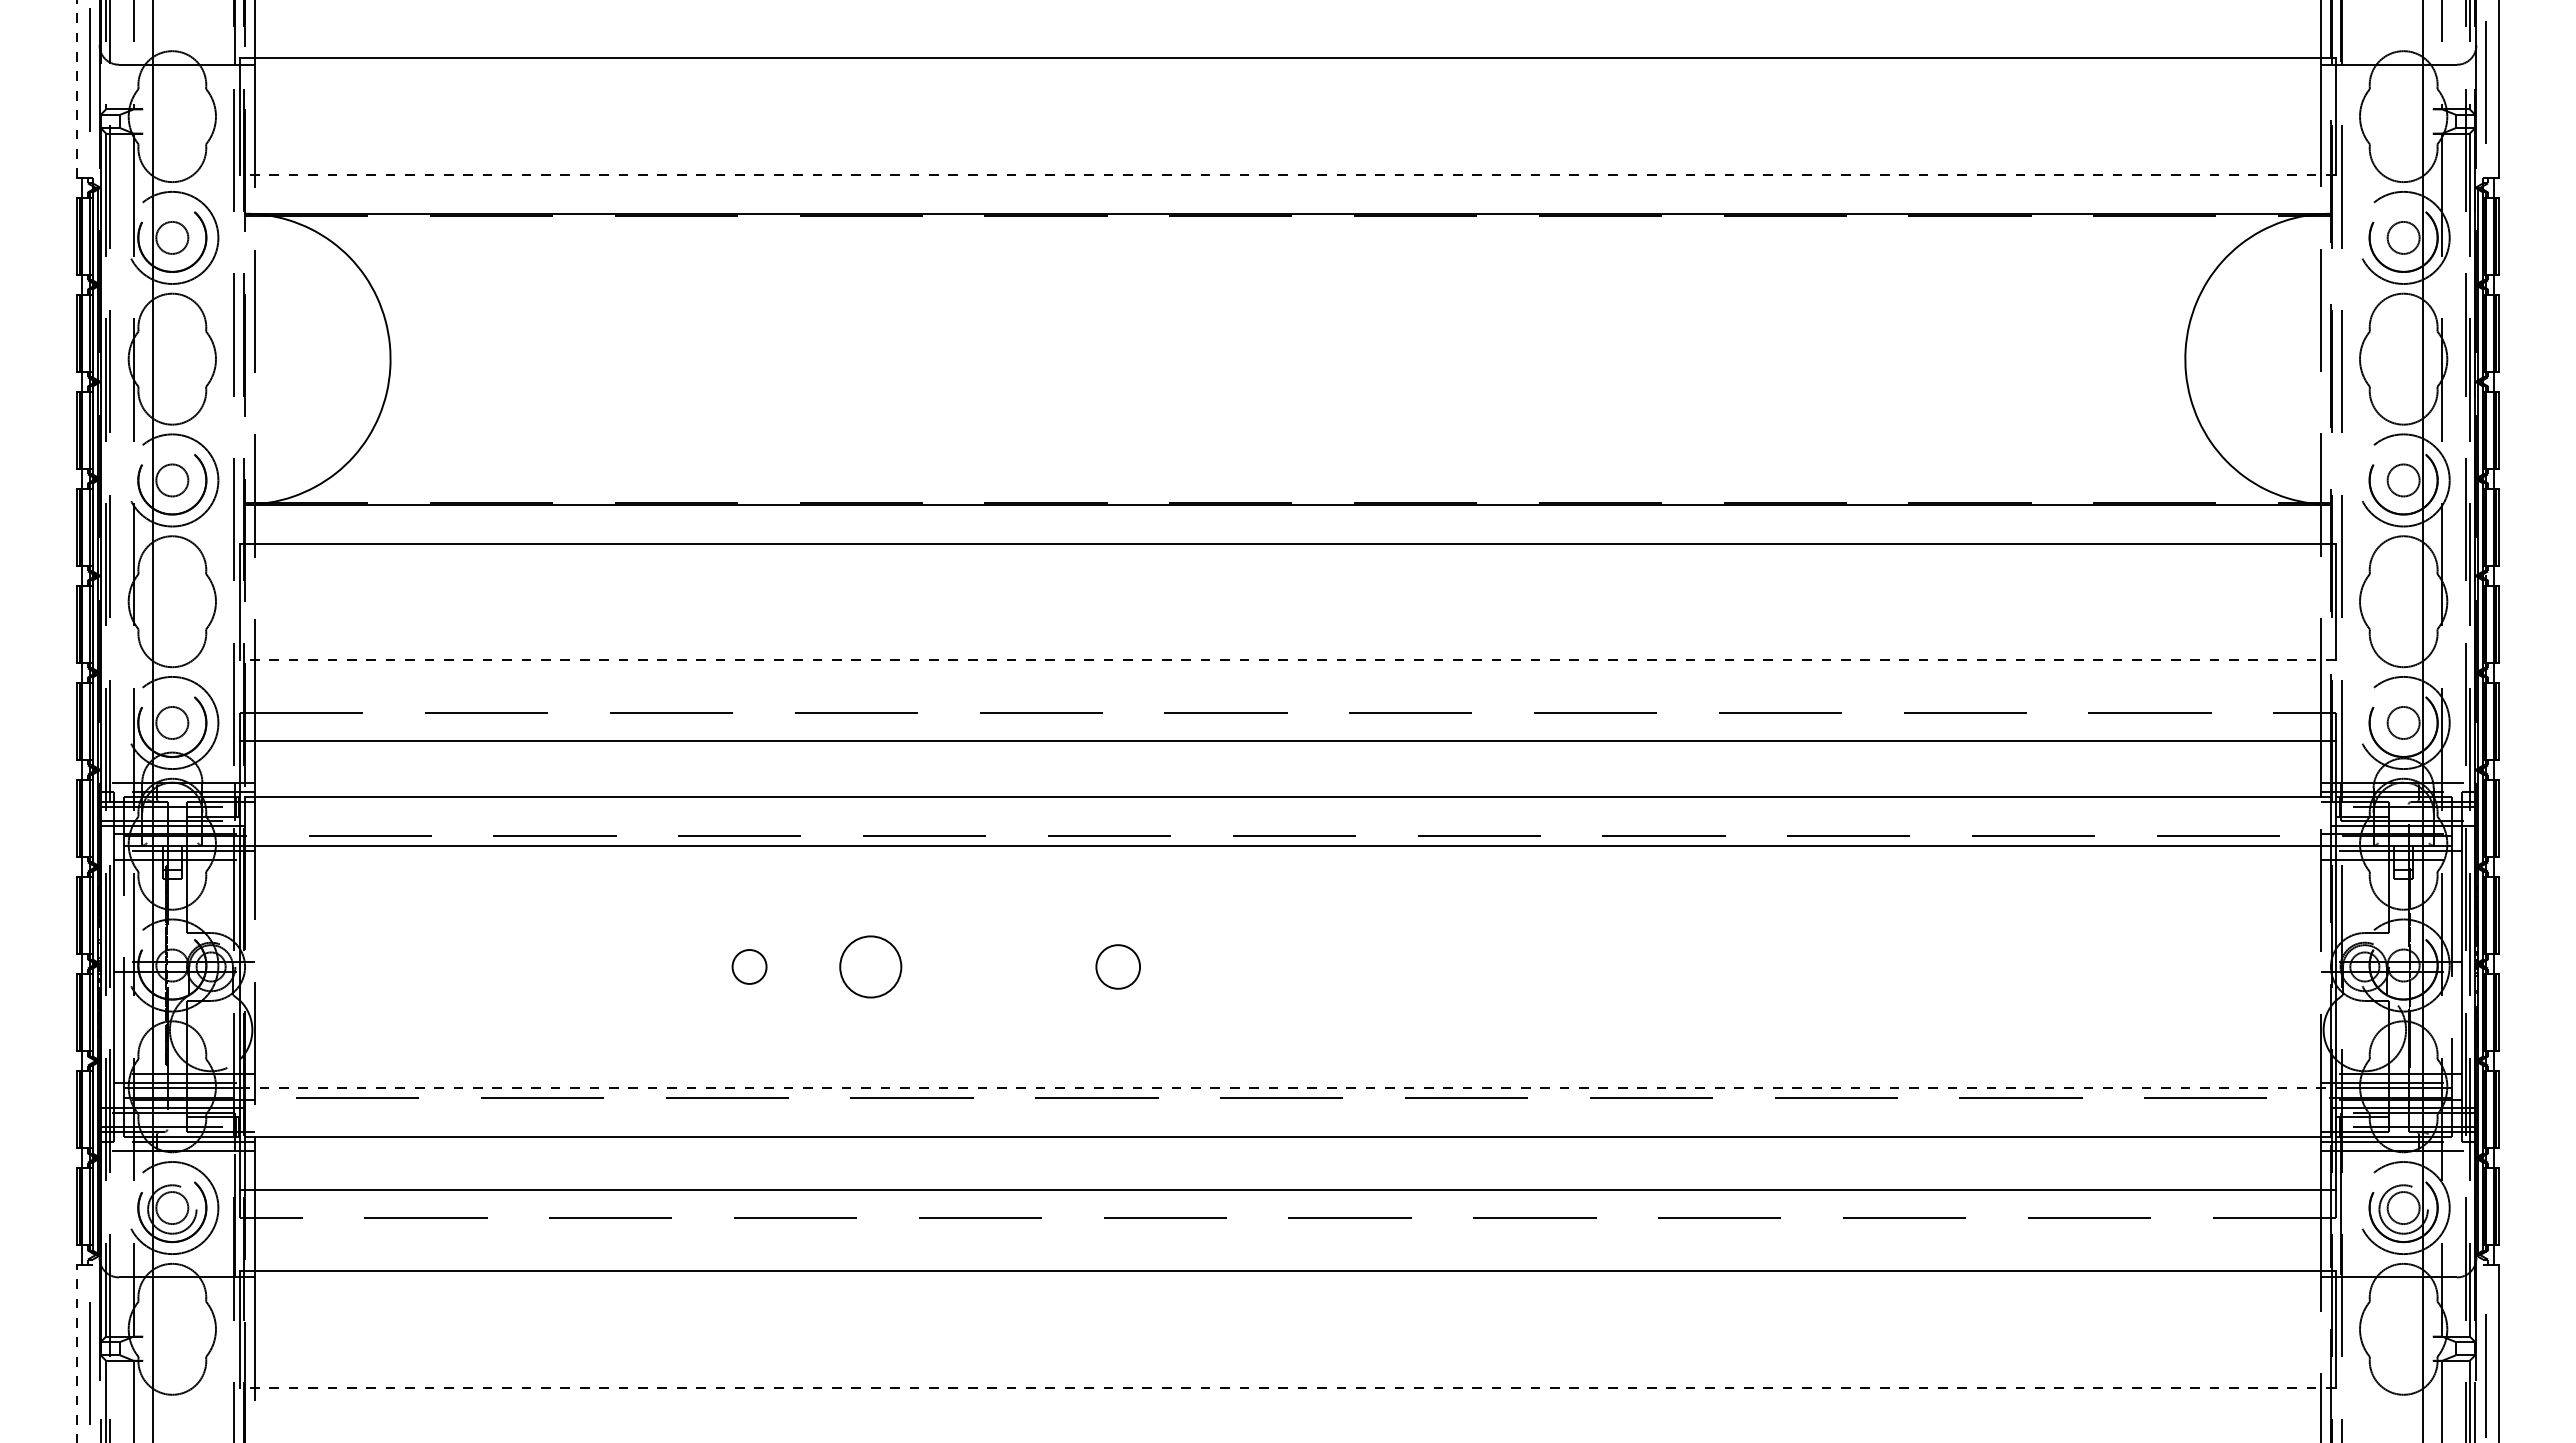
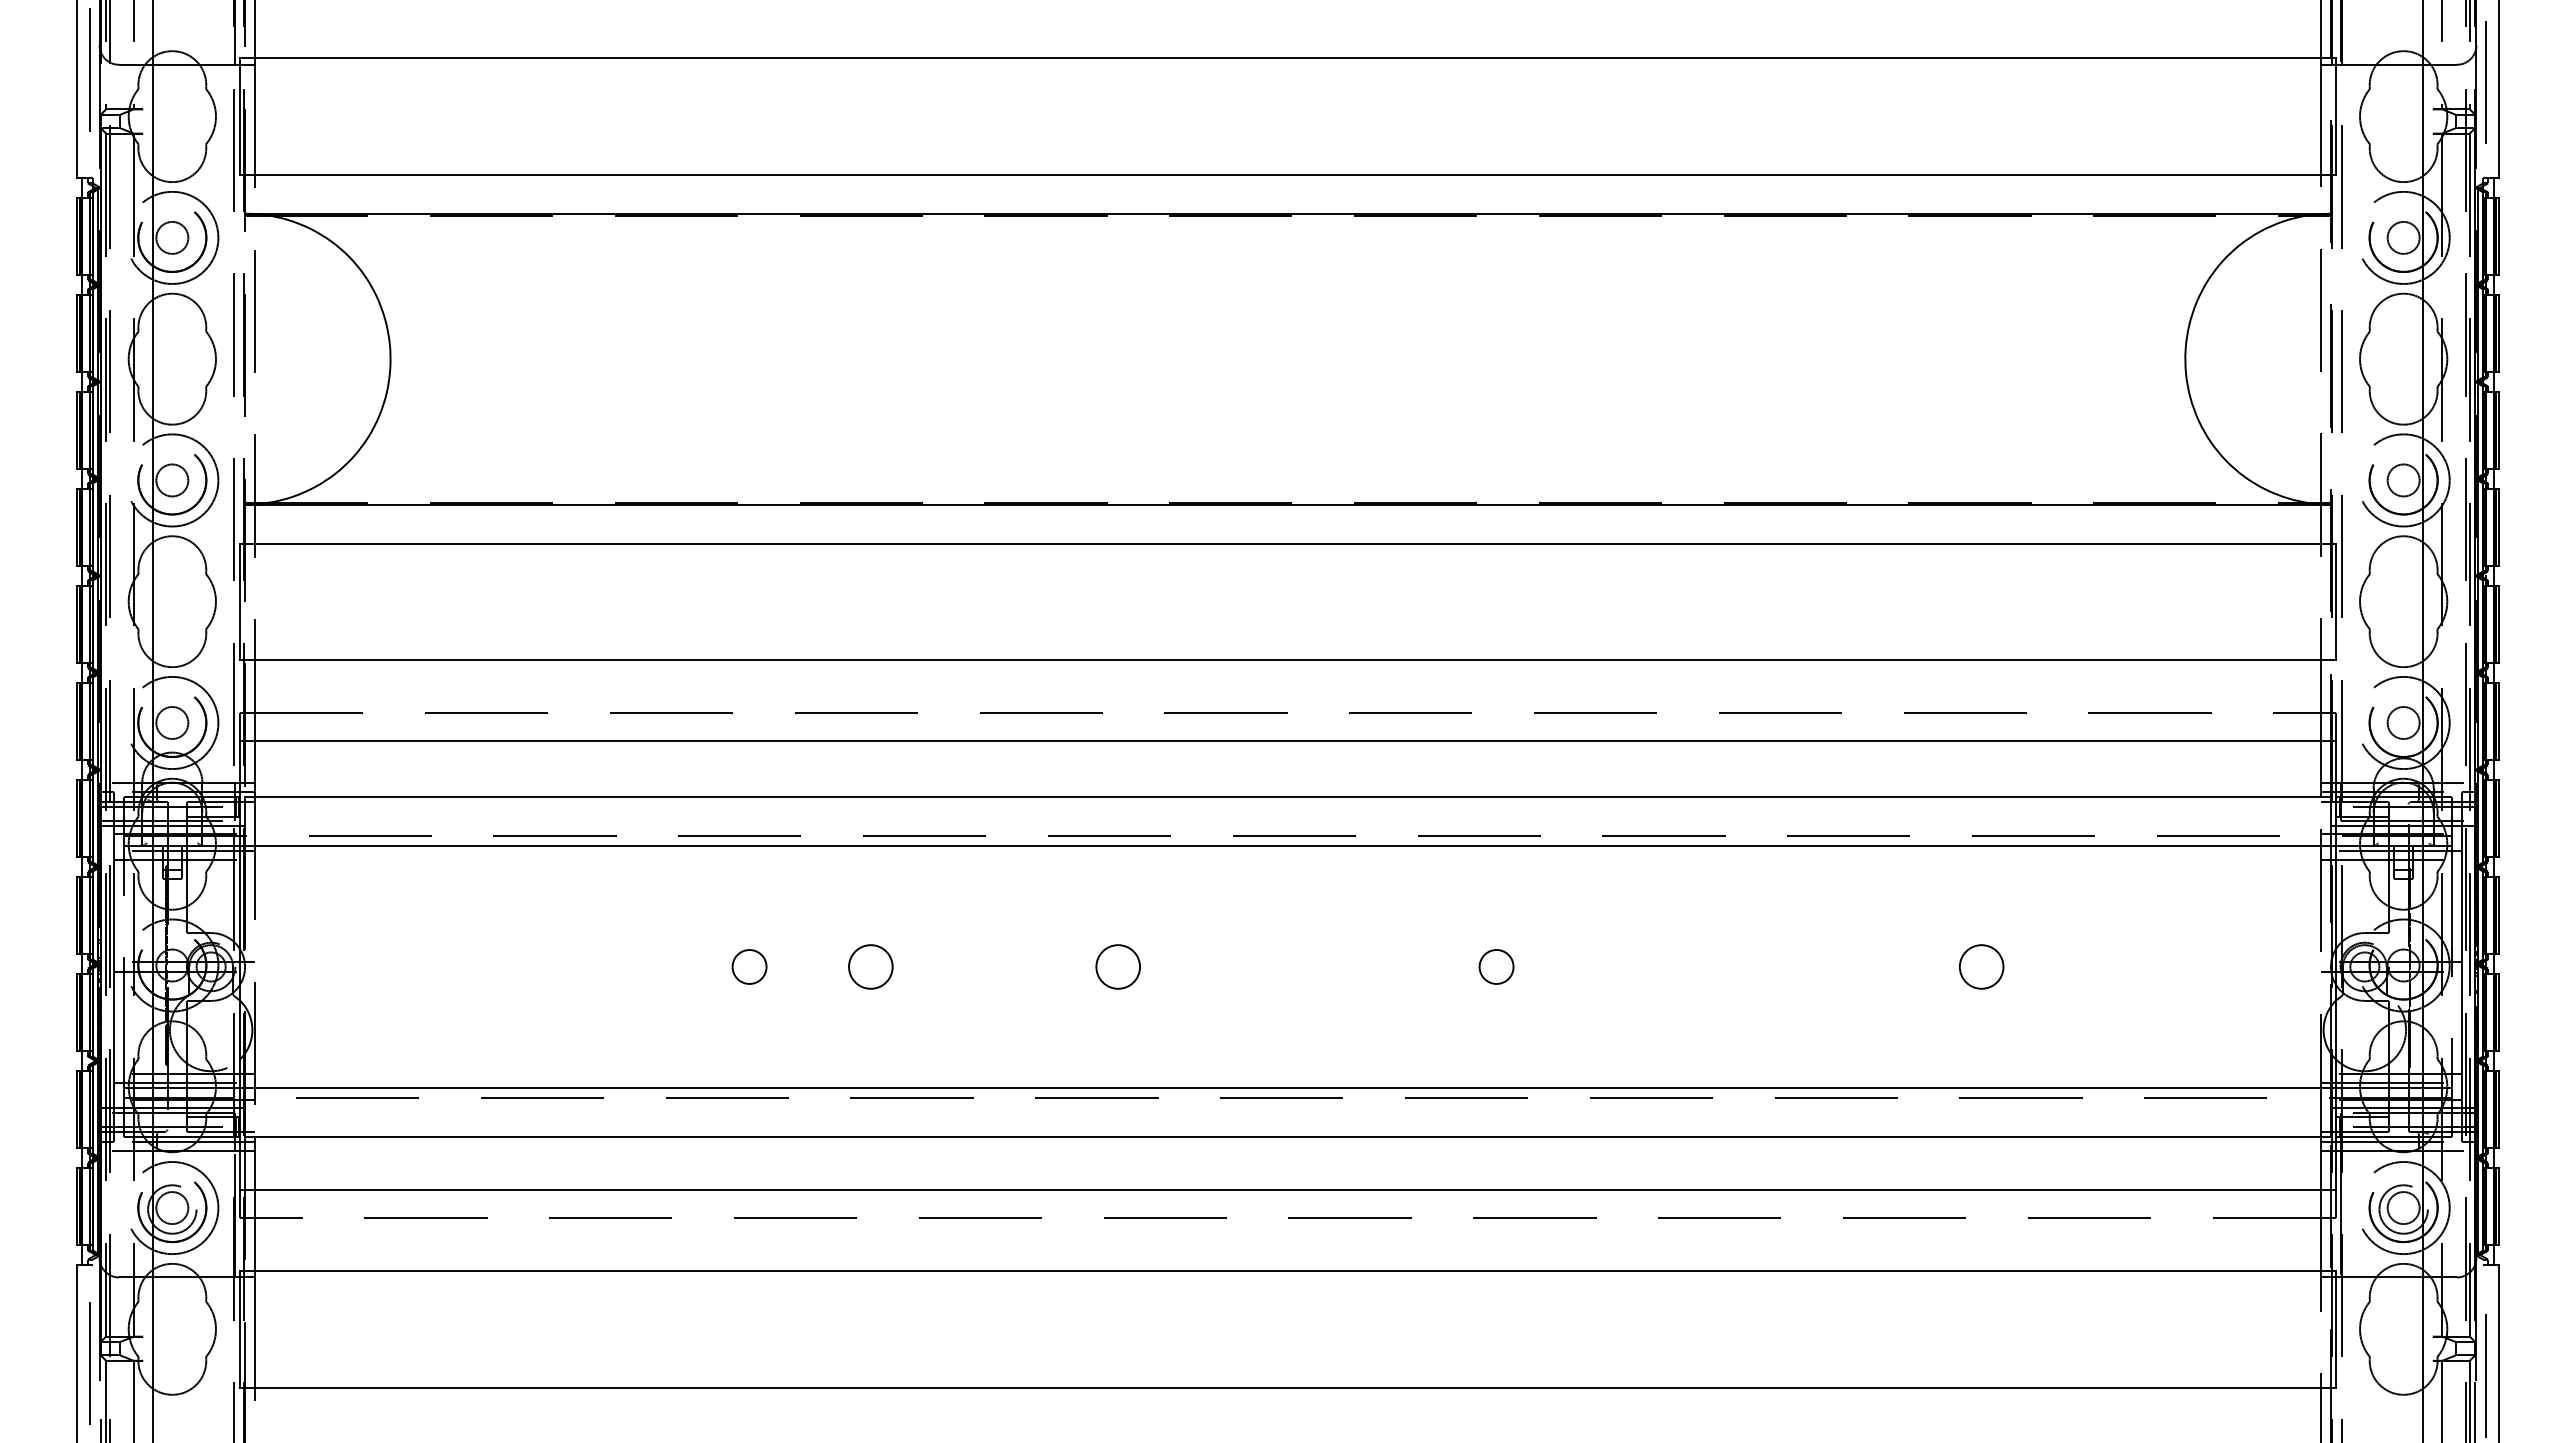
line at (77, 89): dashed -> solid
line at (1288, 174): dashed -> solid
line at (1288, 659): dashed -> solid
circle at (870, 966) size: 64x64 px -> 46x46 px
circle at (1496, 966): none -> present
circle at (1981, 966): none -> present
line at (1288, 1088): dashed -> solid
line at (77, 1353): dashed -> solid
line at (1288, 1387): dashed -> solid
